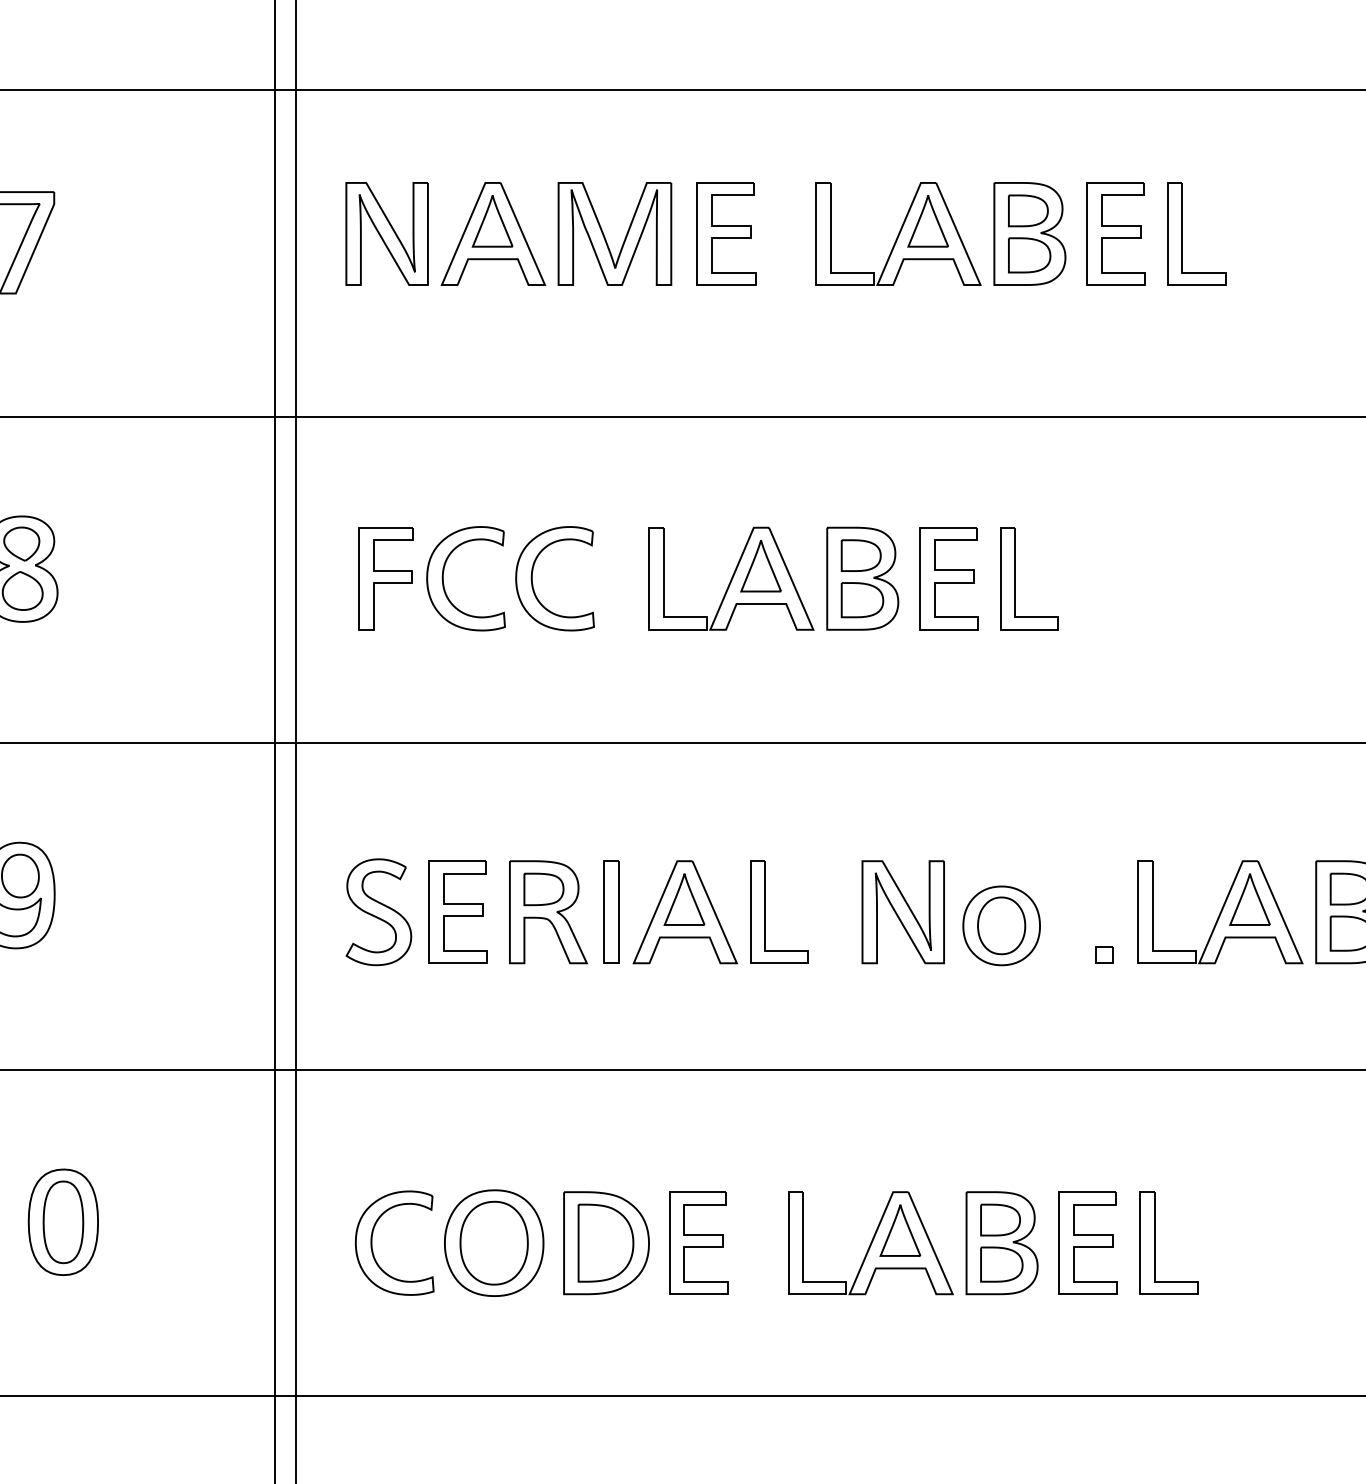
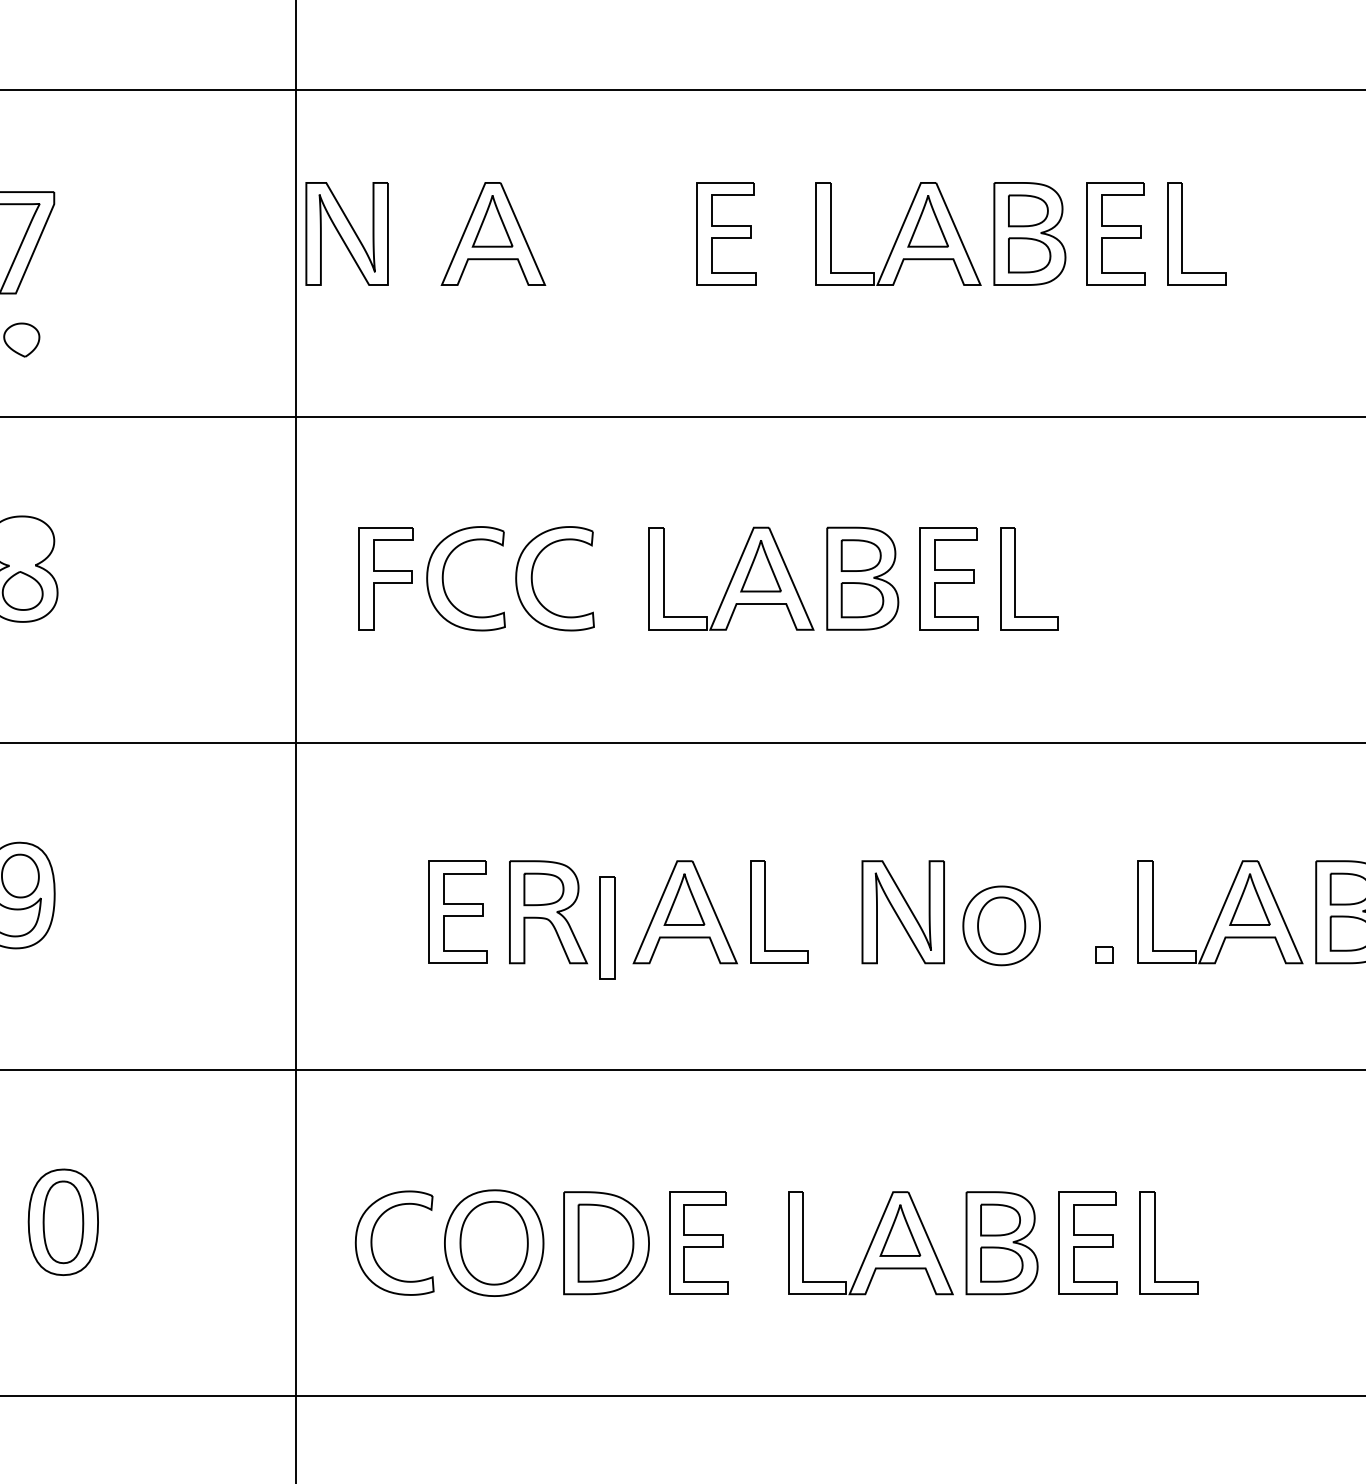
part at (386, 233) position: (386, 233) -> (346, 233)
part at (605, 237): present -> none
part at (21, 543) position: (21, 543) -> (21, 339)
line at (275, 741): present -> none
part at (611, 911) position: (611, 911) -> (607, 927)
part at (378, 912): present -> none
